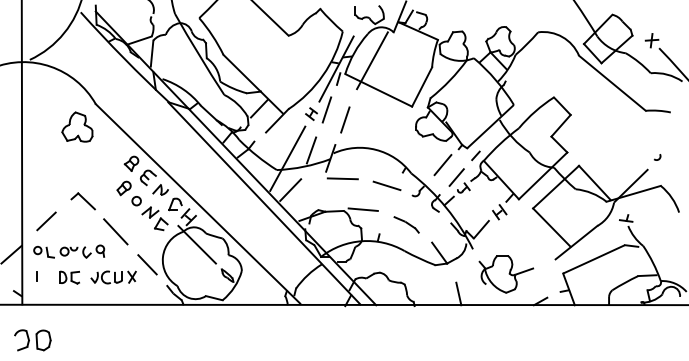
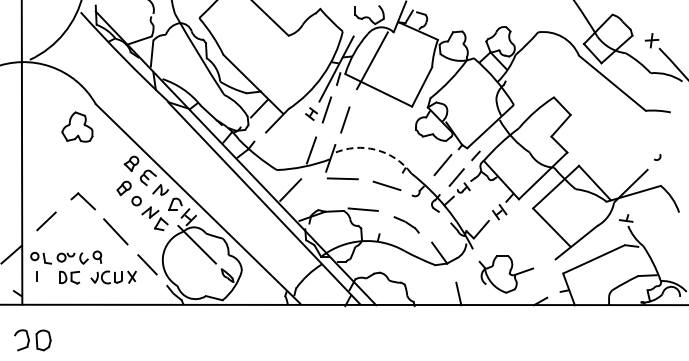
arc at (375, 149): solid -> dashed
line at (287, 158): present -> none
part at (69, 251) position: (69, 251) -> (66, 257)
